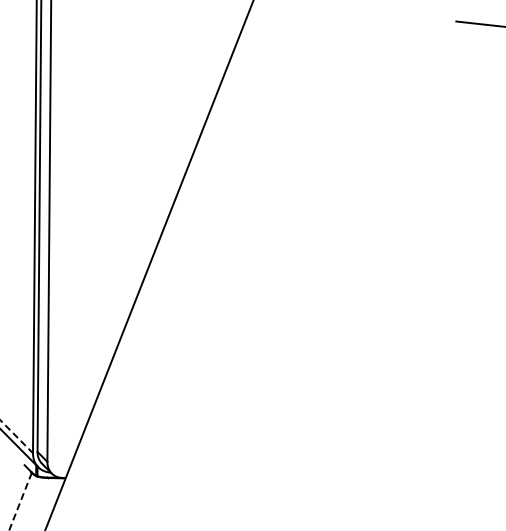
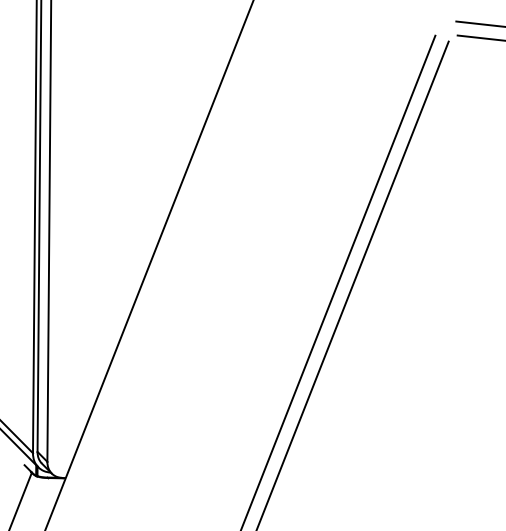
line at (479, 37): none -> present
line at (338, 281): none -> present
line at (352, 284): none -> present
line at (16, 436): dashed -> solid
line at (20, 501): dashed -> solid
